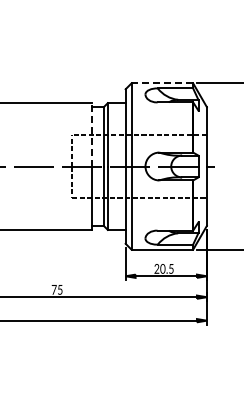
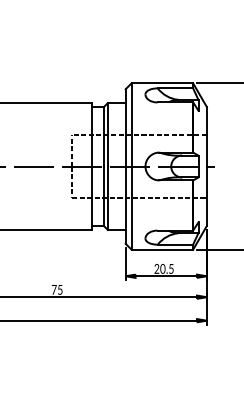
line at (162, 83): dashed -> solid
line at (91, 134): dashed -> solid
